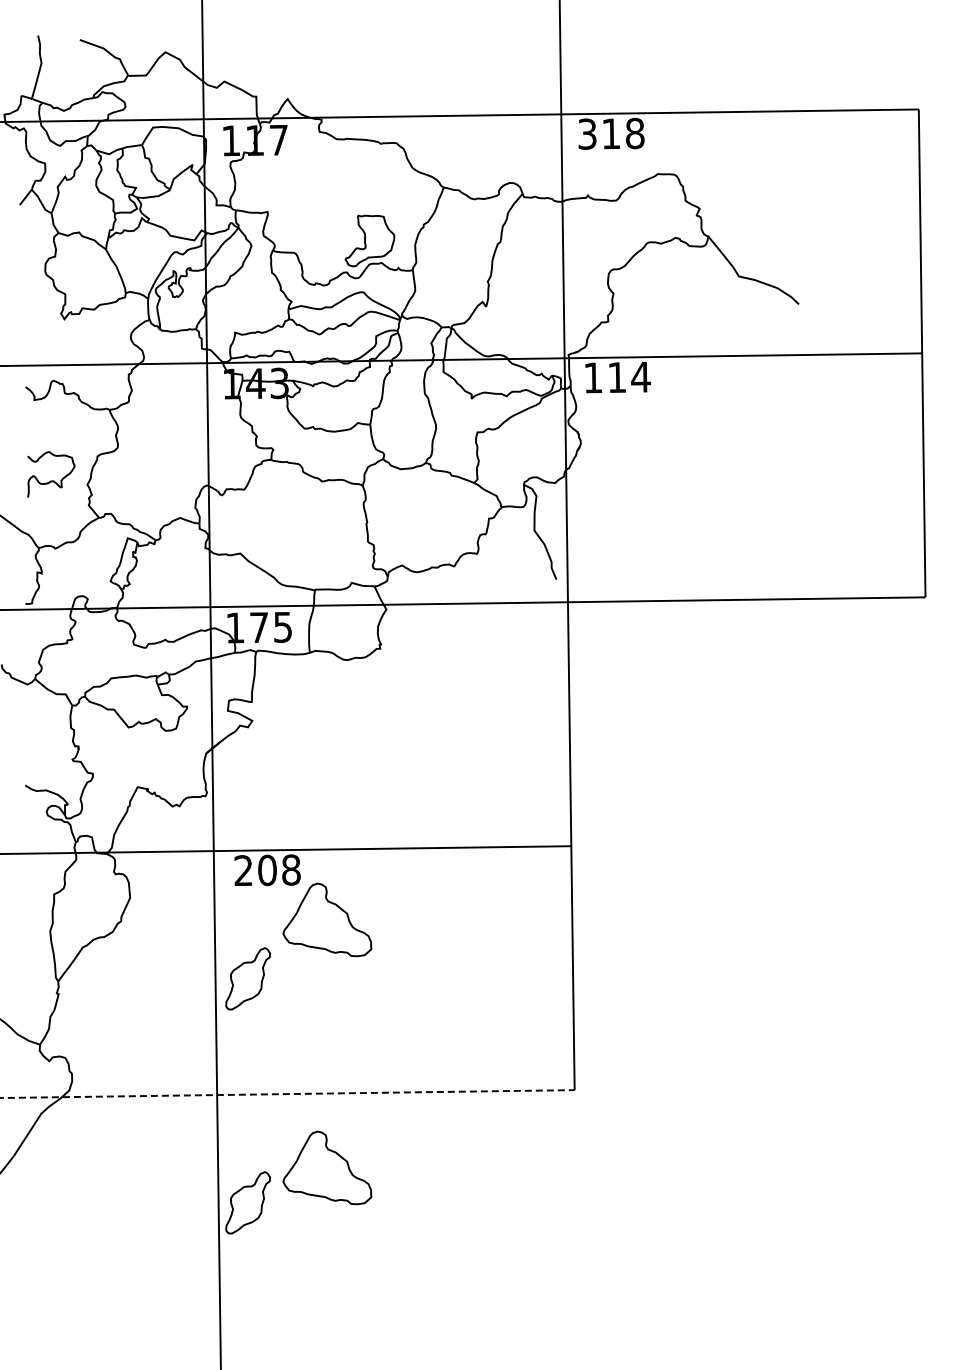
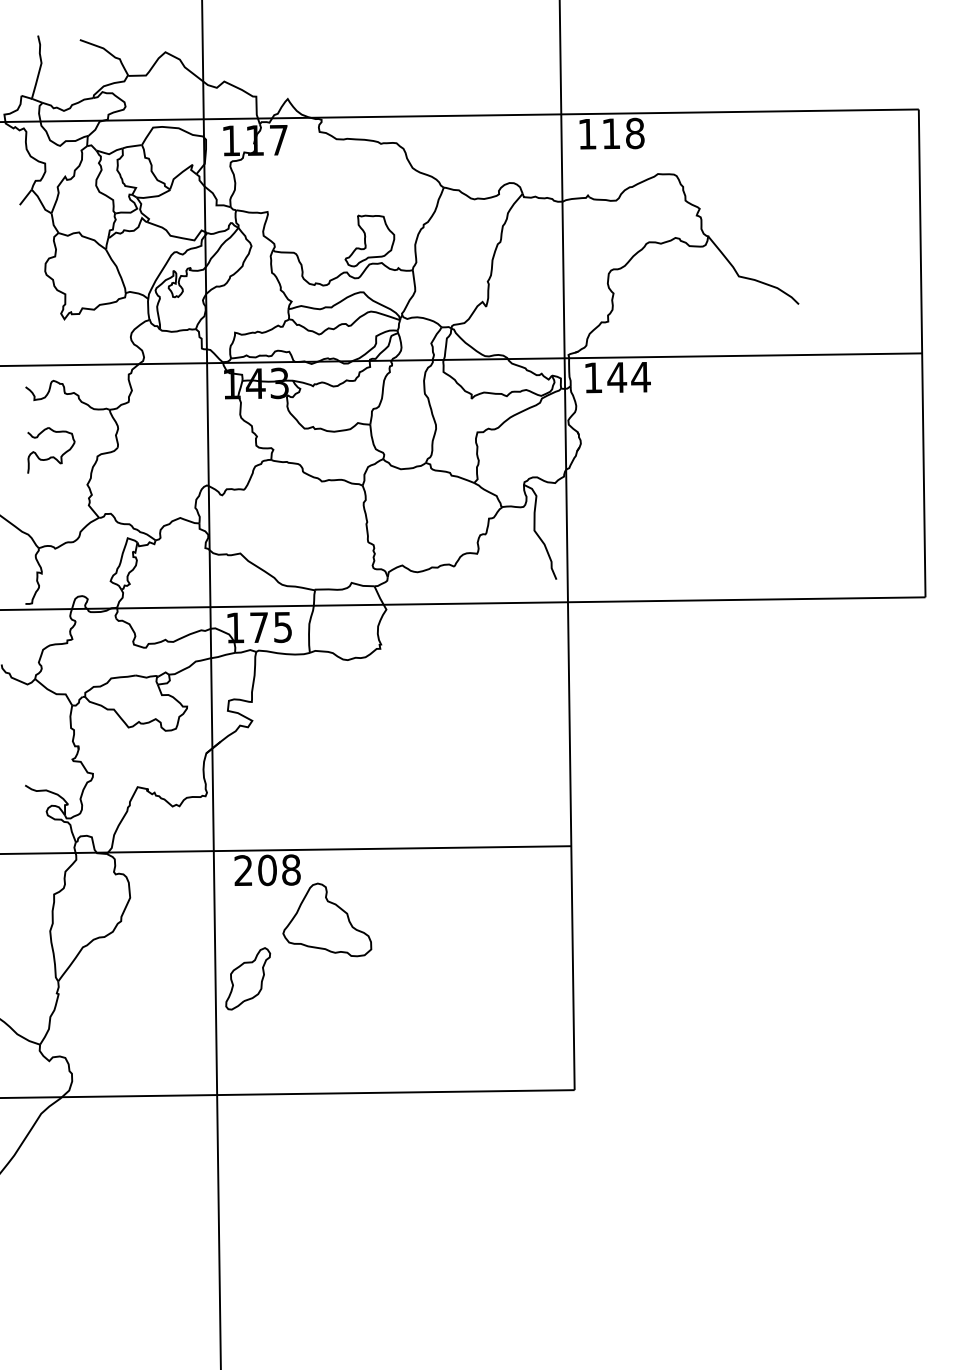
text at (587, 133): 318 -> 118
text at (617, 377): 114 -> 144
part at (51, 474) position: (51, 474) -> (51, 450)
line at (287, 1094): dashed -> solid
part at (327, 1167): present -> none
part at (248, 1202): present -> none
